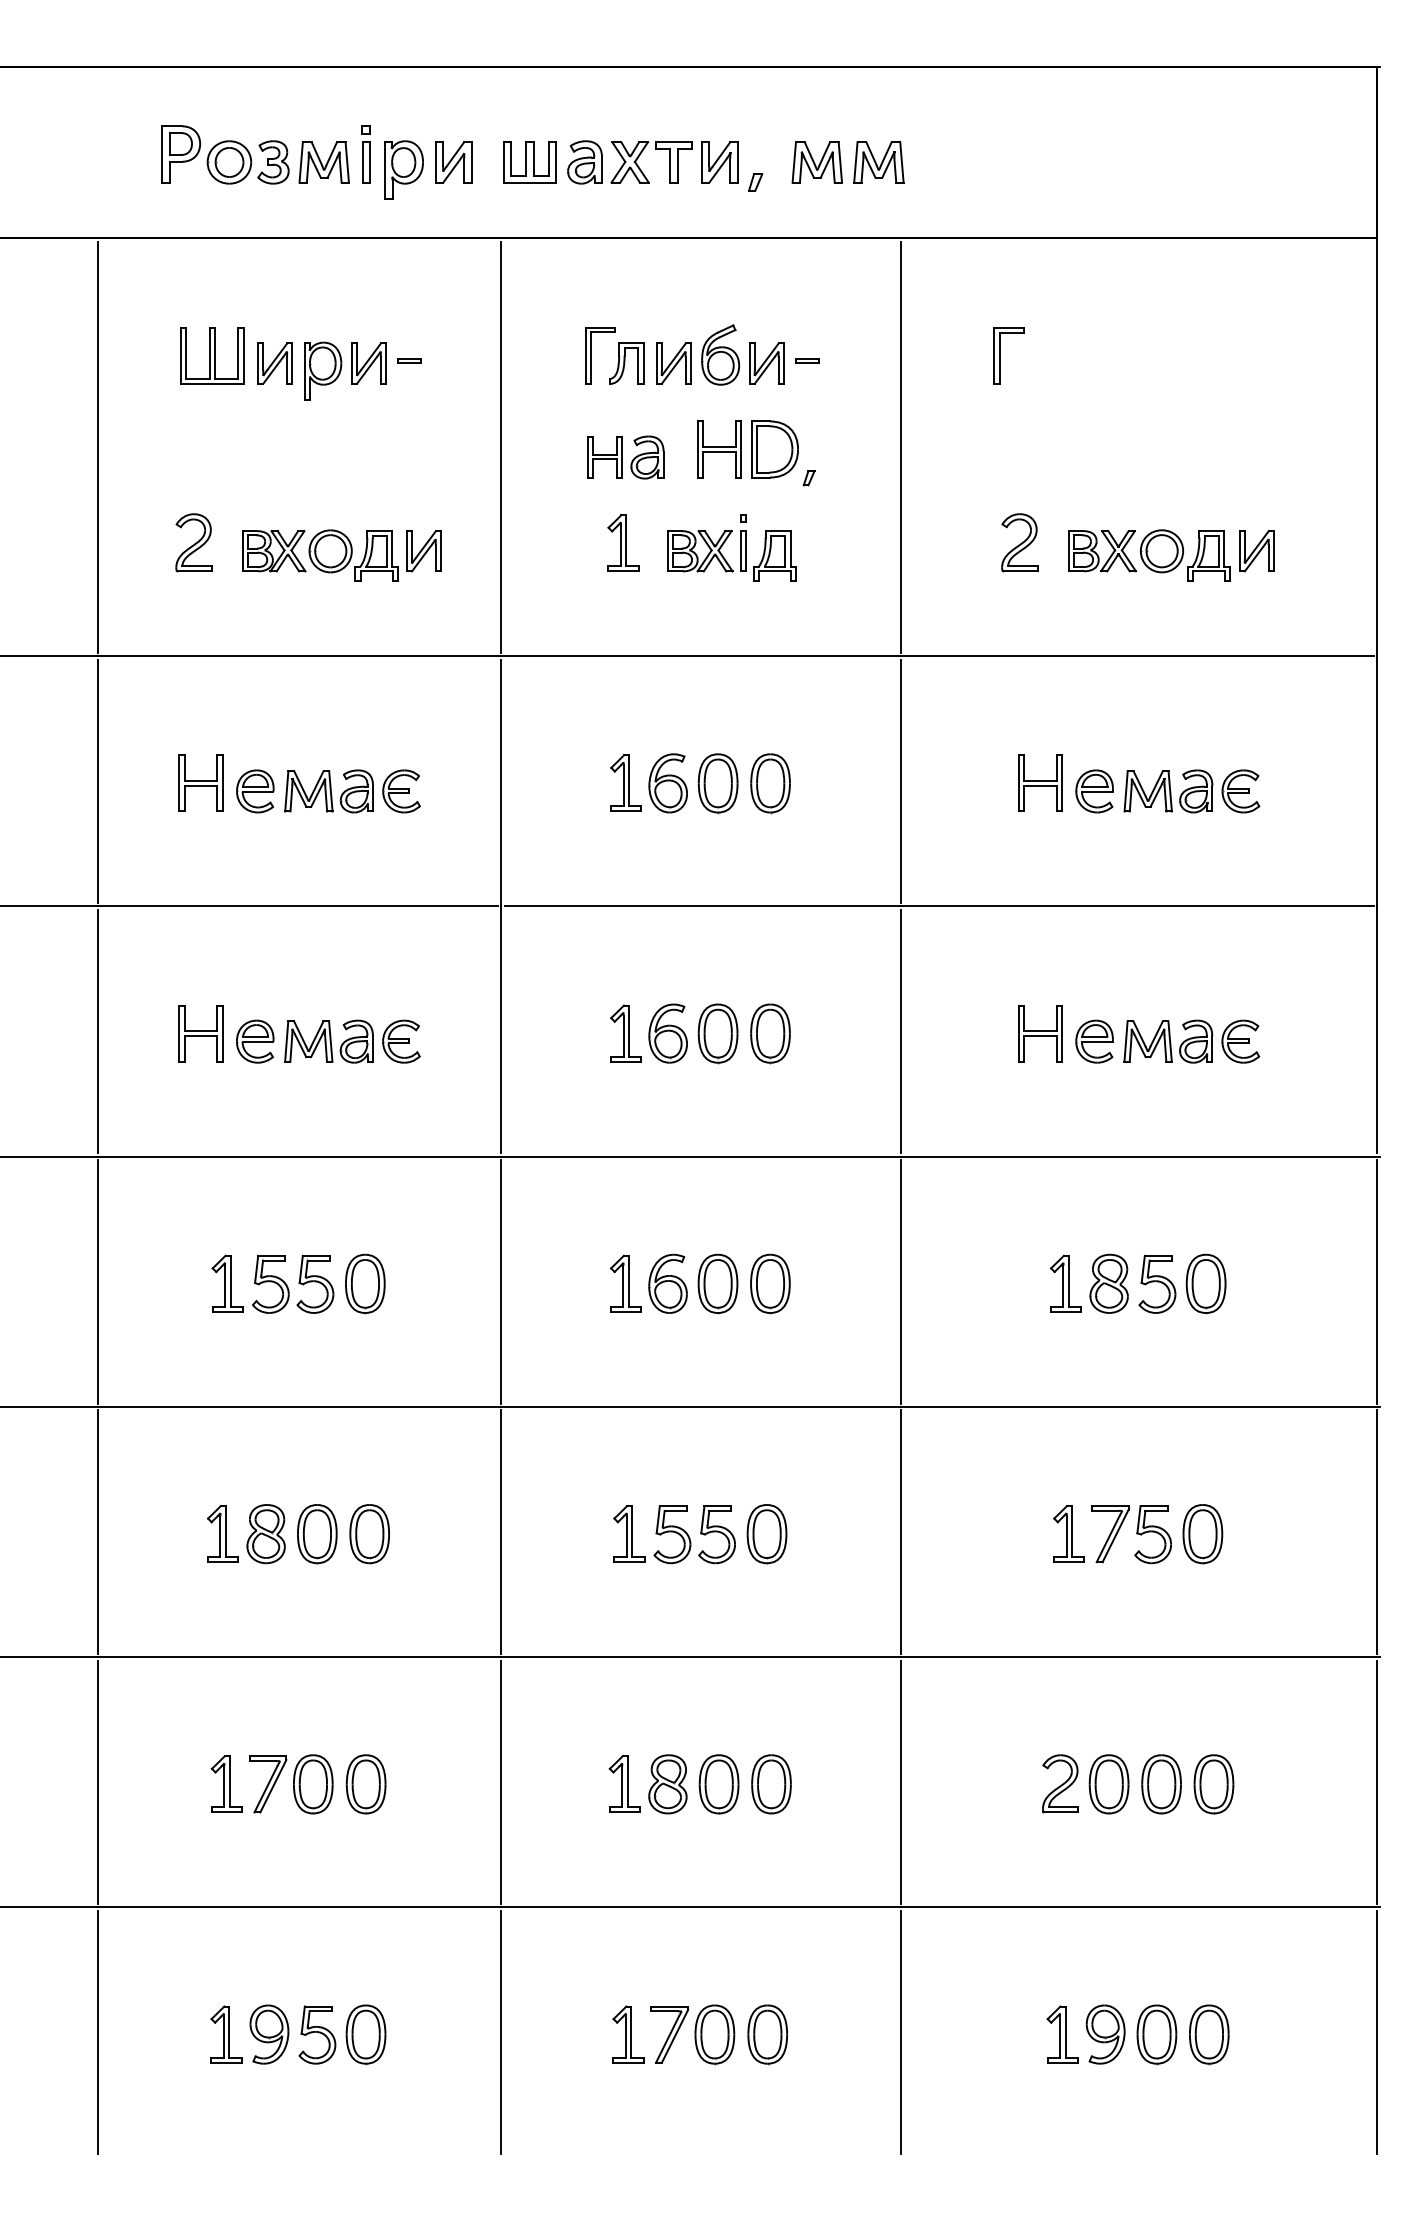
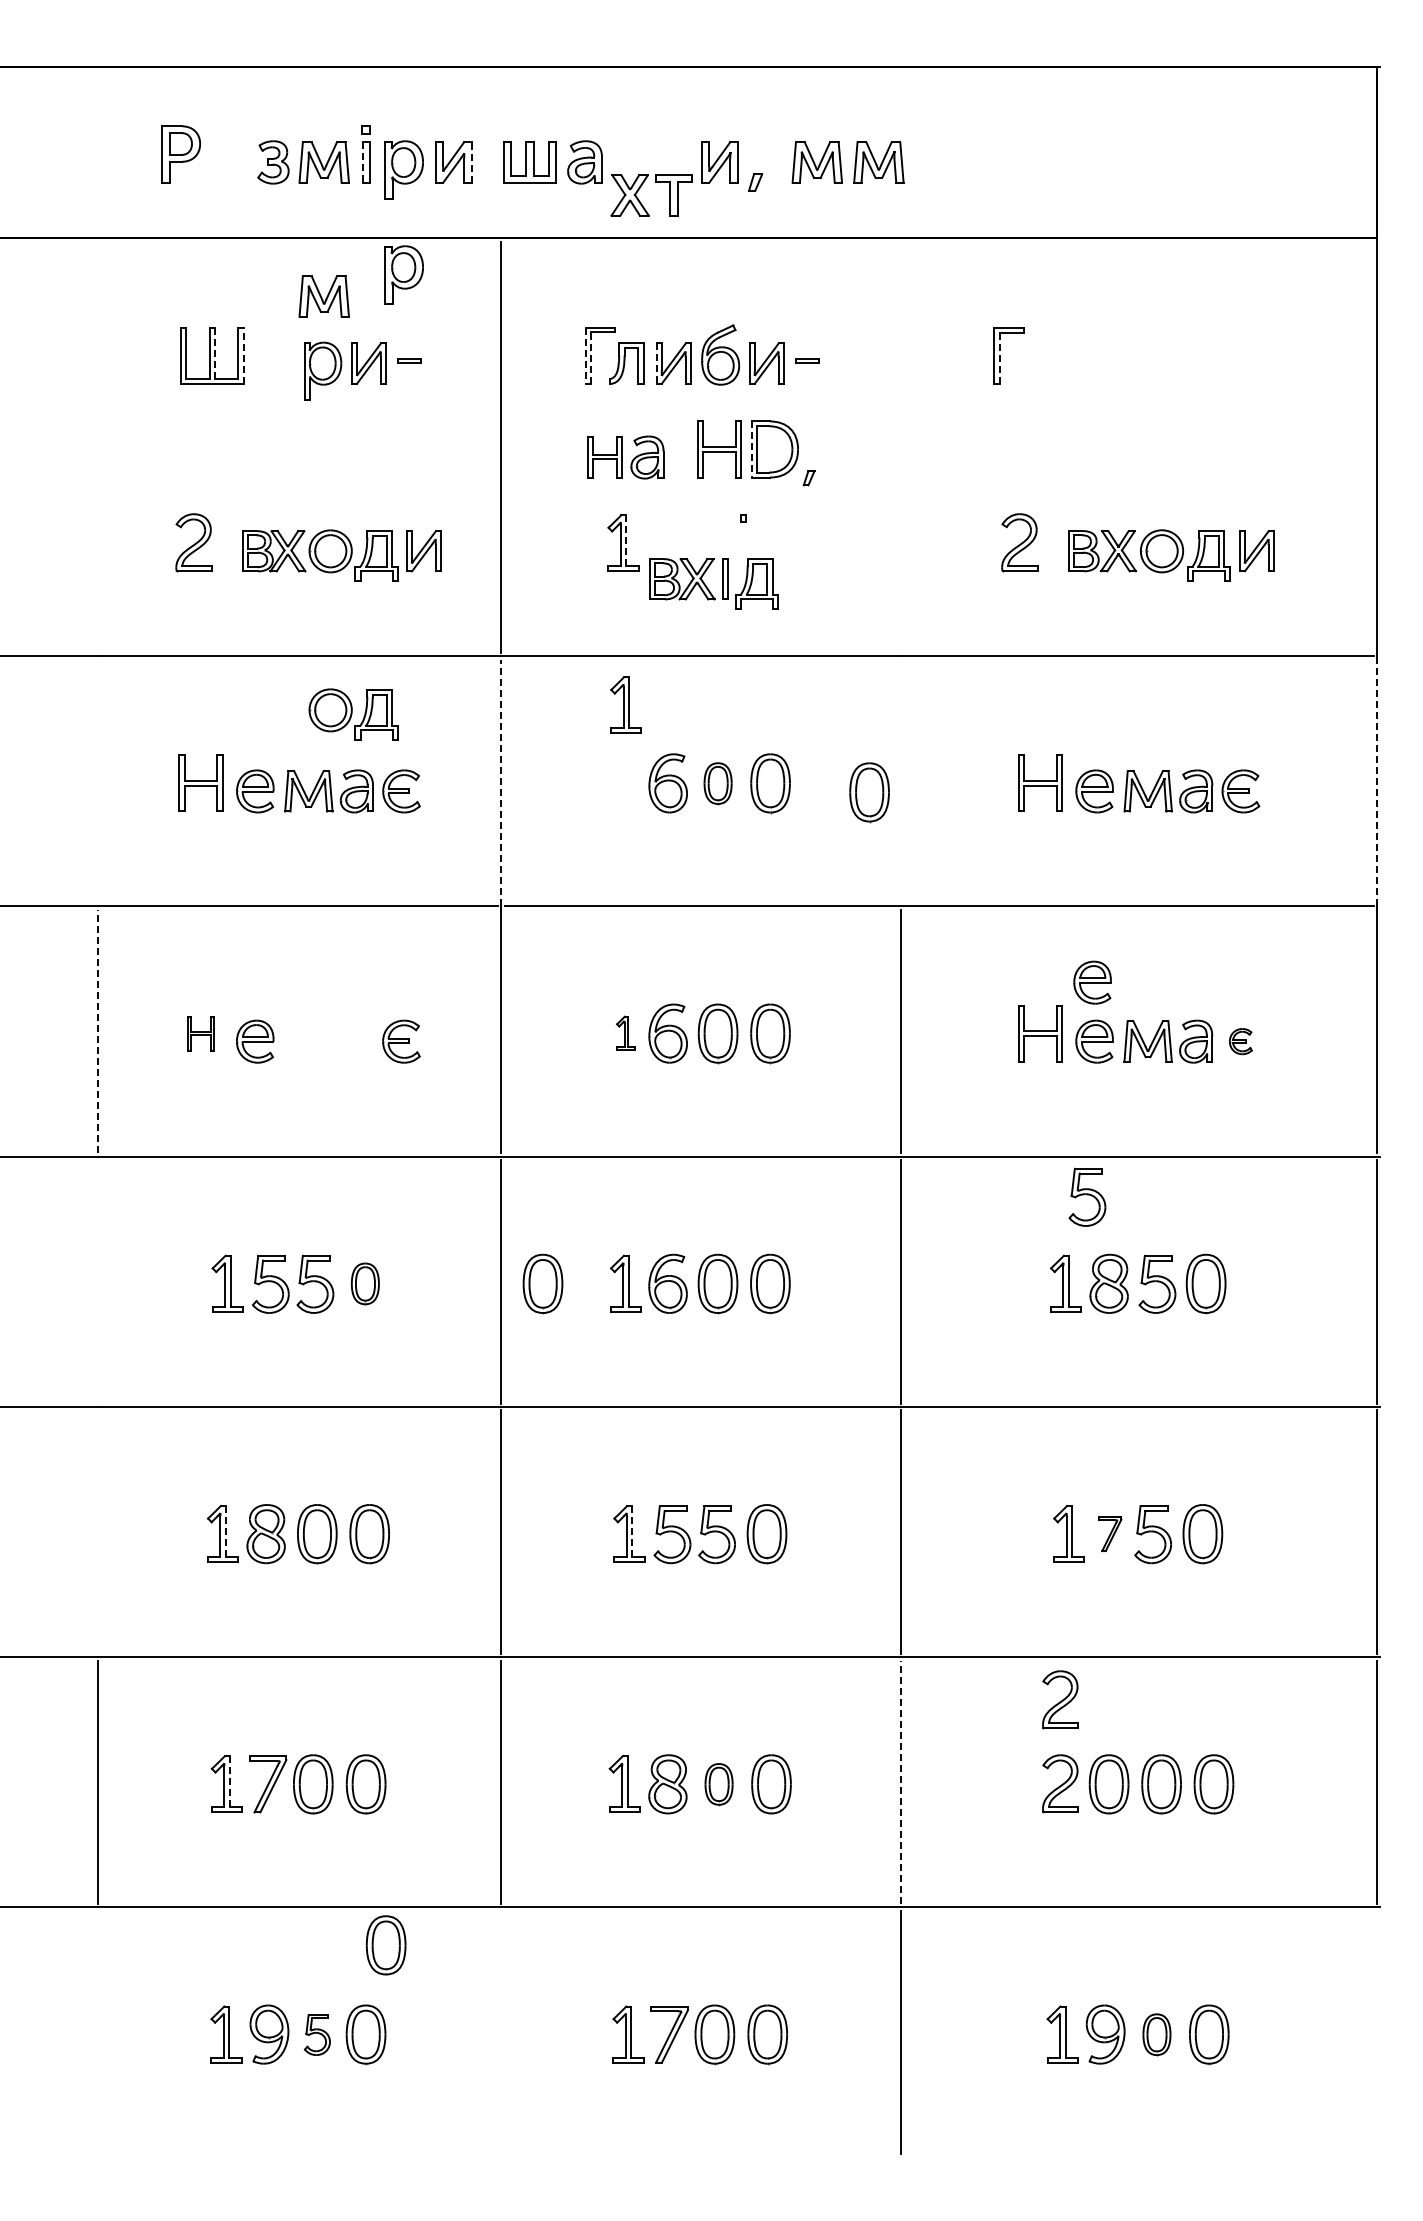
line at (471, 161): solid -> dashed
part at (229, 162): present -> none
line at (362, 162): solid -> dashed
part at (641, 169) position: (641, 169) -> (641, 202)
part at (403, 274): none -> present
part at (323, 296): none -> present
line at (215, 353): solid -> dashed
line at (244, 355): solid -> dashed
line at (585, 356): solid -> dashed
line at (591, 358): solid -> dashed
line at (999, 358): solid -> dashed
part at (274, 363): present -> none
line at (656, 364): solid -> dashed
line at (98, 446): present -> none
line at (901, 446): present -> none
line at (751, 449): solid -> dashed
line at (626, 540): solid -> dashed
part at (725, 558) position: (725, 558) -> (707, 586)
part at (353, 714): none -> present
line at (1376, 780): solid -> dashed
line at (98, 781): present -> none
line at (901, 781): present -> none
line at (501, 782): solid -> dashed
part at (625, 782) position: (625, 782) -> (625, 704)
part at (717, 783) size: 42x62 px -> 30x44 px
part at (869, 792): none -> present
part at (1092, 982): none -> present
line at (98, 1031): solid -> dashed
part at (200, 1033) size: 46x58 px -> 28x36 px
part at (625, 1033) size: 32x59 px -> 20x36 px
part at (328, 1041): present -> none
part at (1240, 1041) size: 40x45 px -> 24x28 px
part at (1087, 1196): none -> present
line at (98, 1281): present -> none
part at (365, 1283) size: 41x62 px -> 30x44 px
part at (542, 1283): none -> present
line at (98, 1531): present -> none
line at (225, 1531): solid -> dashed
line at (632, 1531): solid -> dashed
part at (1110, 1534) size: 39x59 px -> 25x37 px
part at (1060, 1699): none -> present
line at (229, 1781): solid -> dashed
line at (901, 1782): solid -> dashed
part at (718, 1784) size: 42x61 px -> 30x44 px
part at (385, 1945): none -> present
line at (98, 2032): present -> none
line at (501, 2032): present -> none
line at (1376, 2032): present -> none
part at (317, 2034) size: 39x60 px -> 28x42 px
part at (1156, 2034) size: 42x62 px -> 30x44 px
